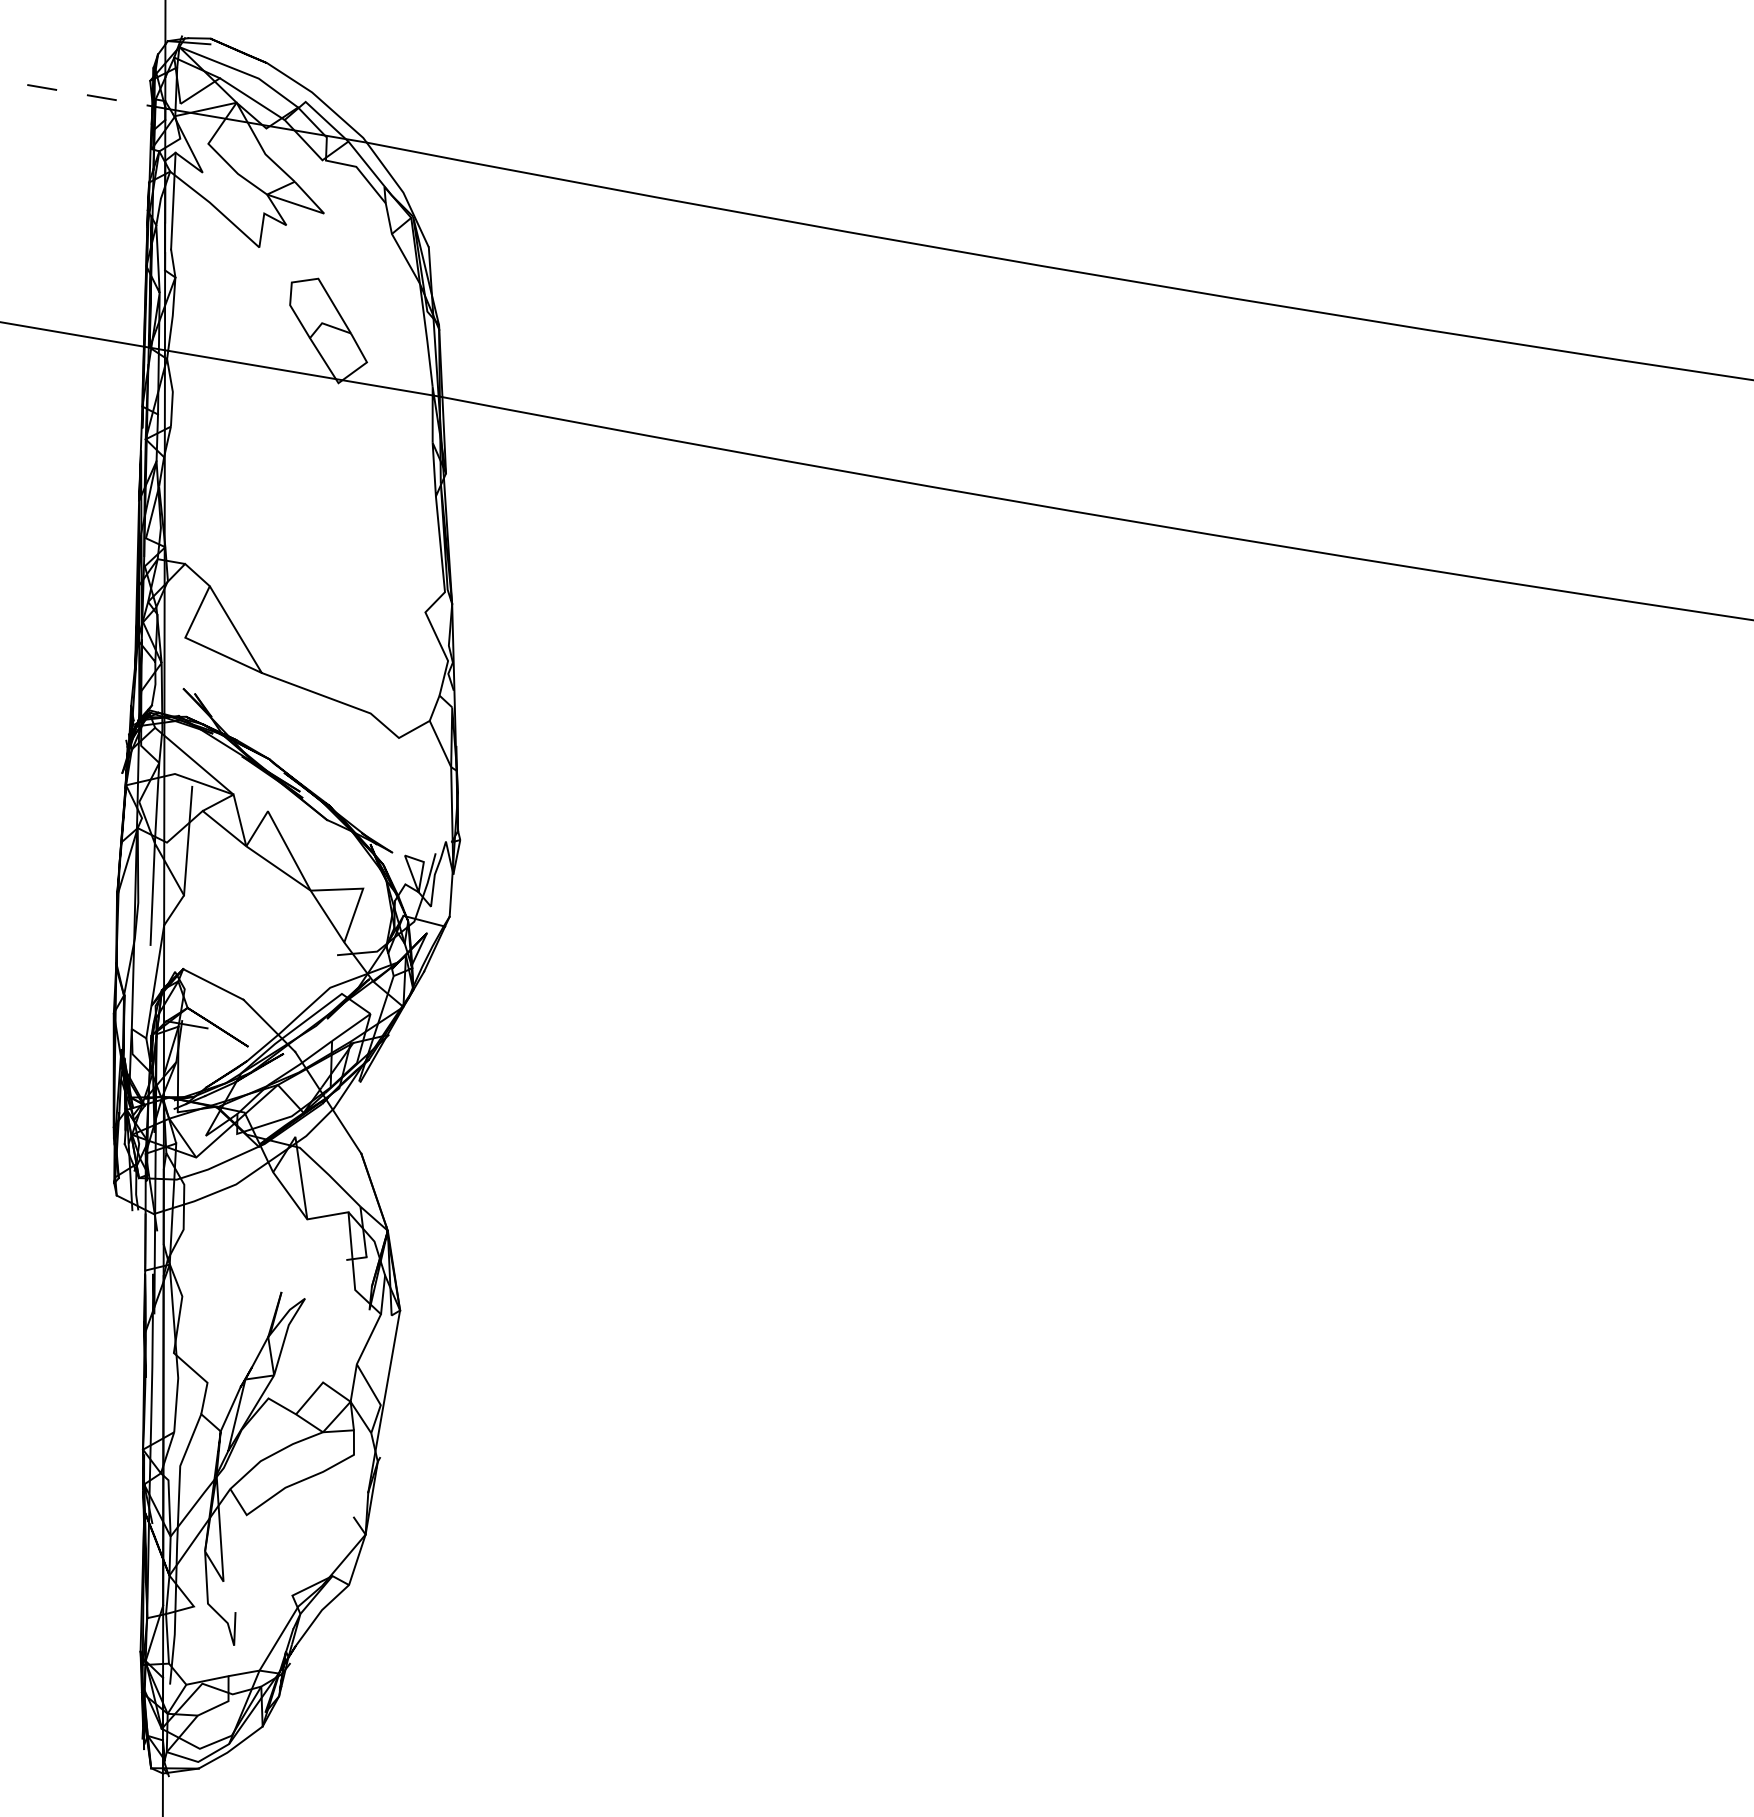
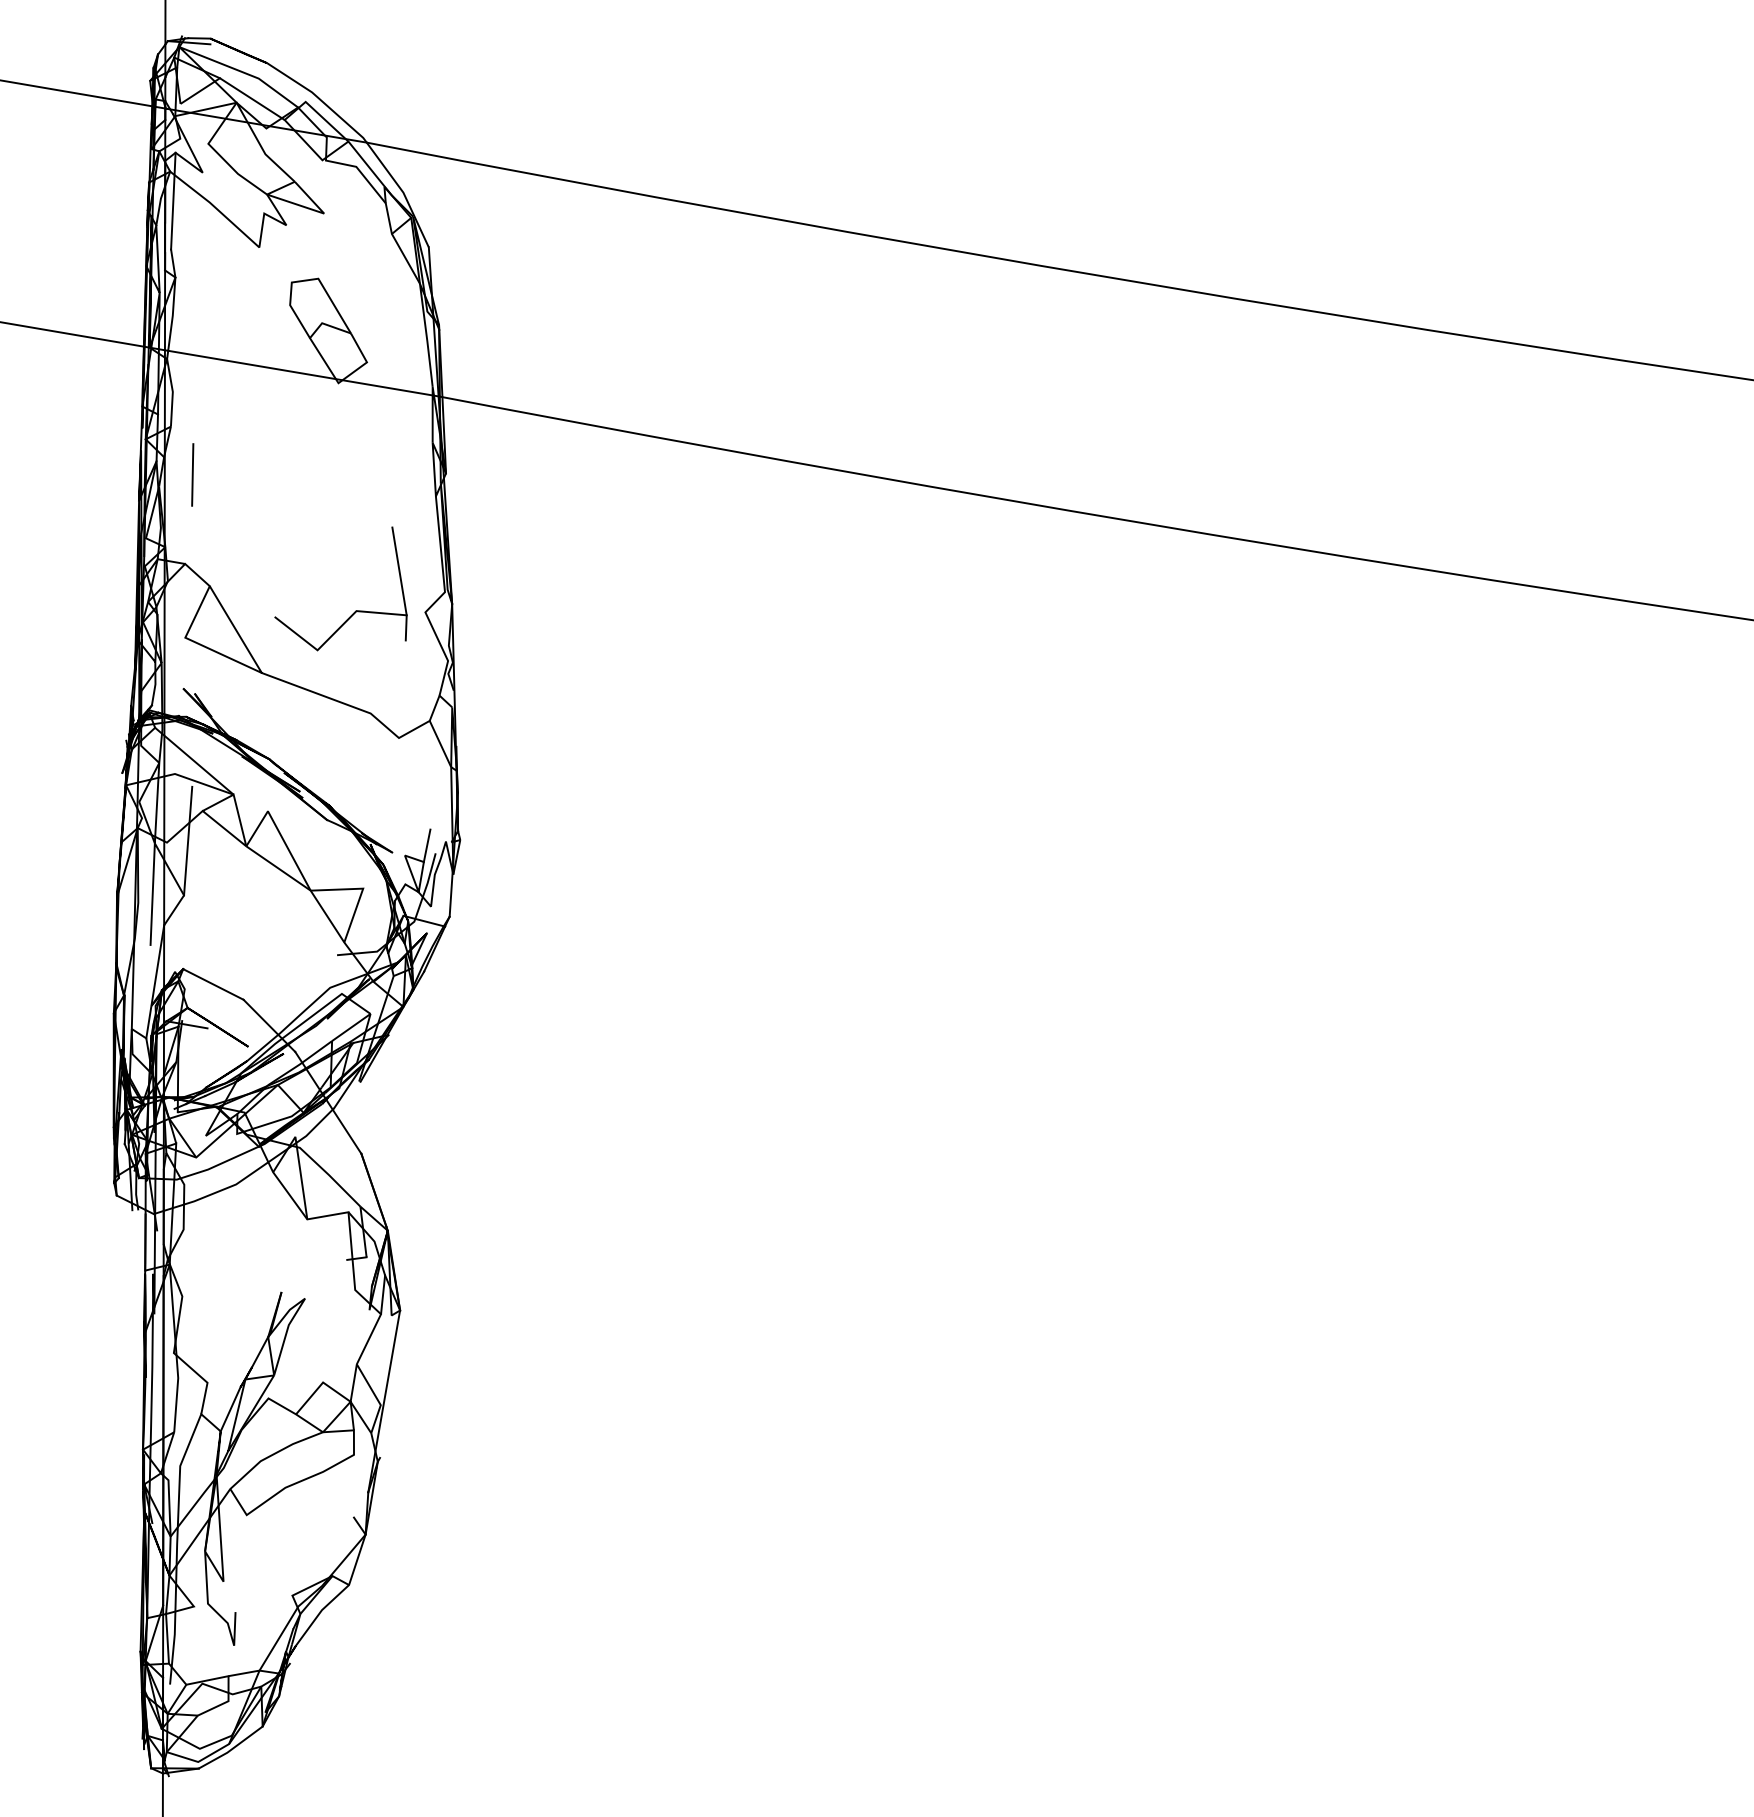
line at (83, 94): dashed -> solid
line at (192, 474): none -> present
part at (355, 610): none -> present
line at (426, 845): none -> present
